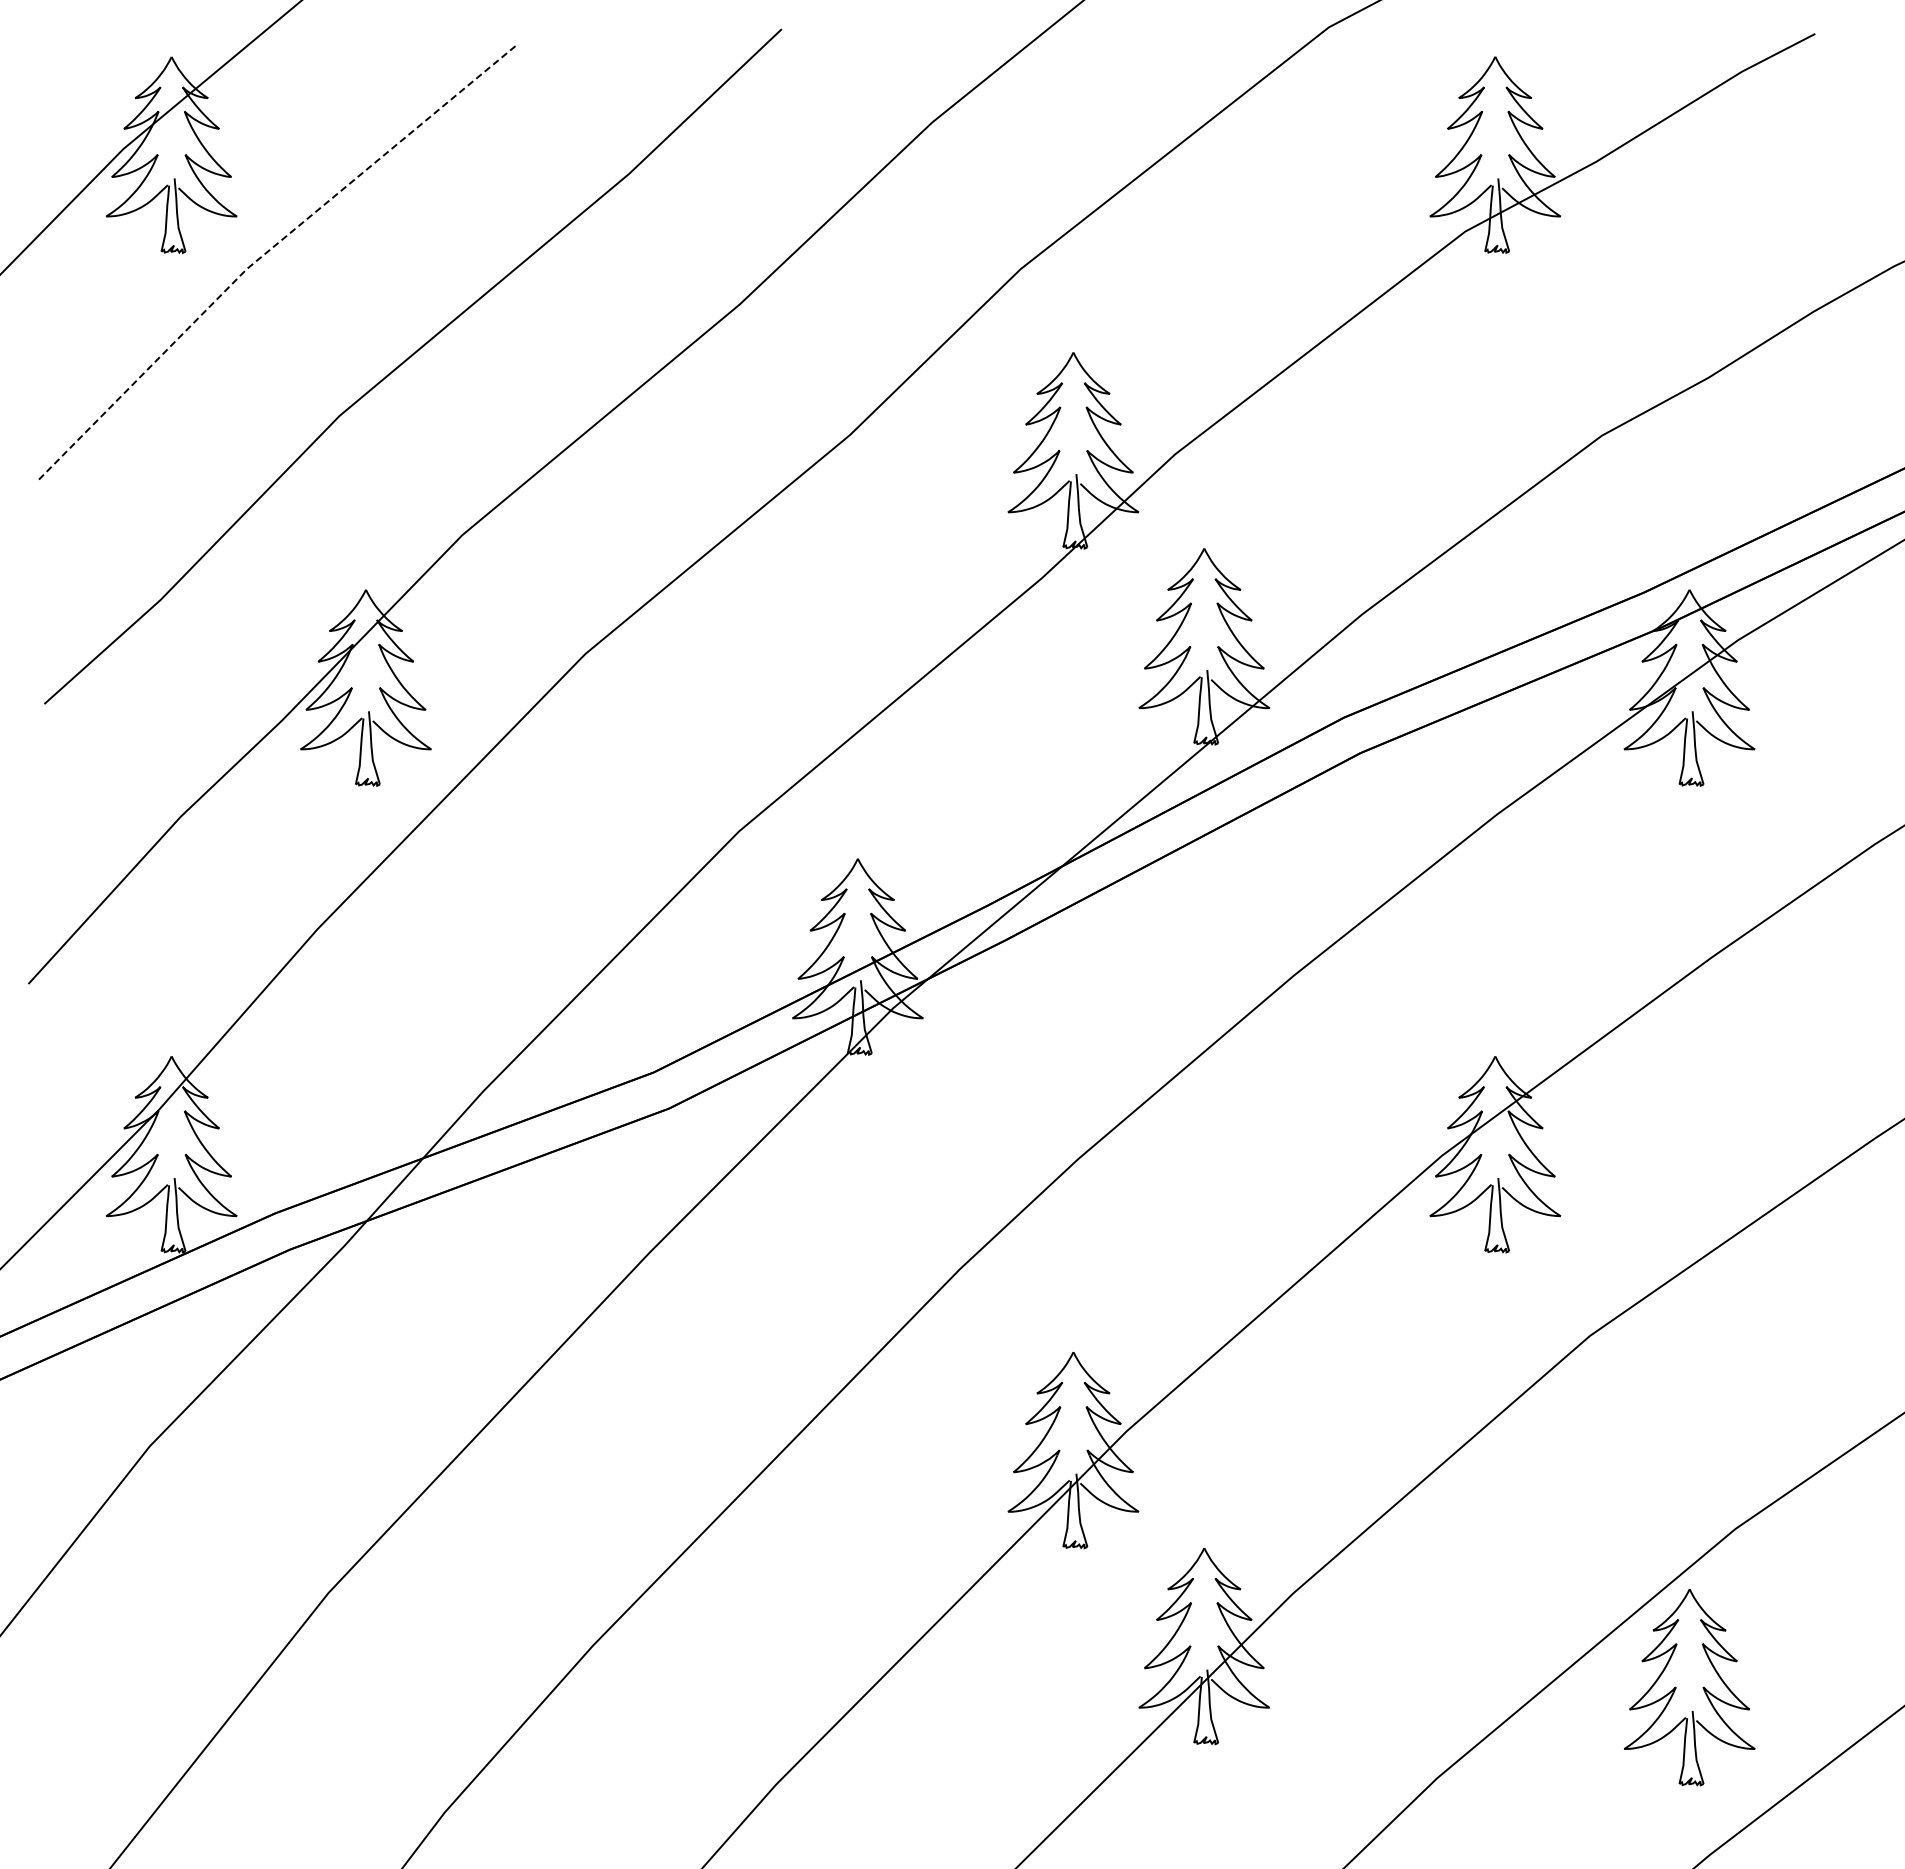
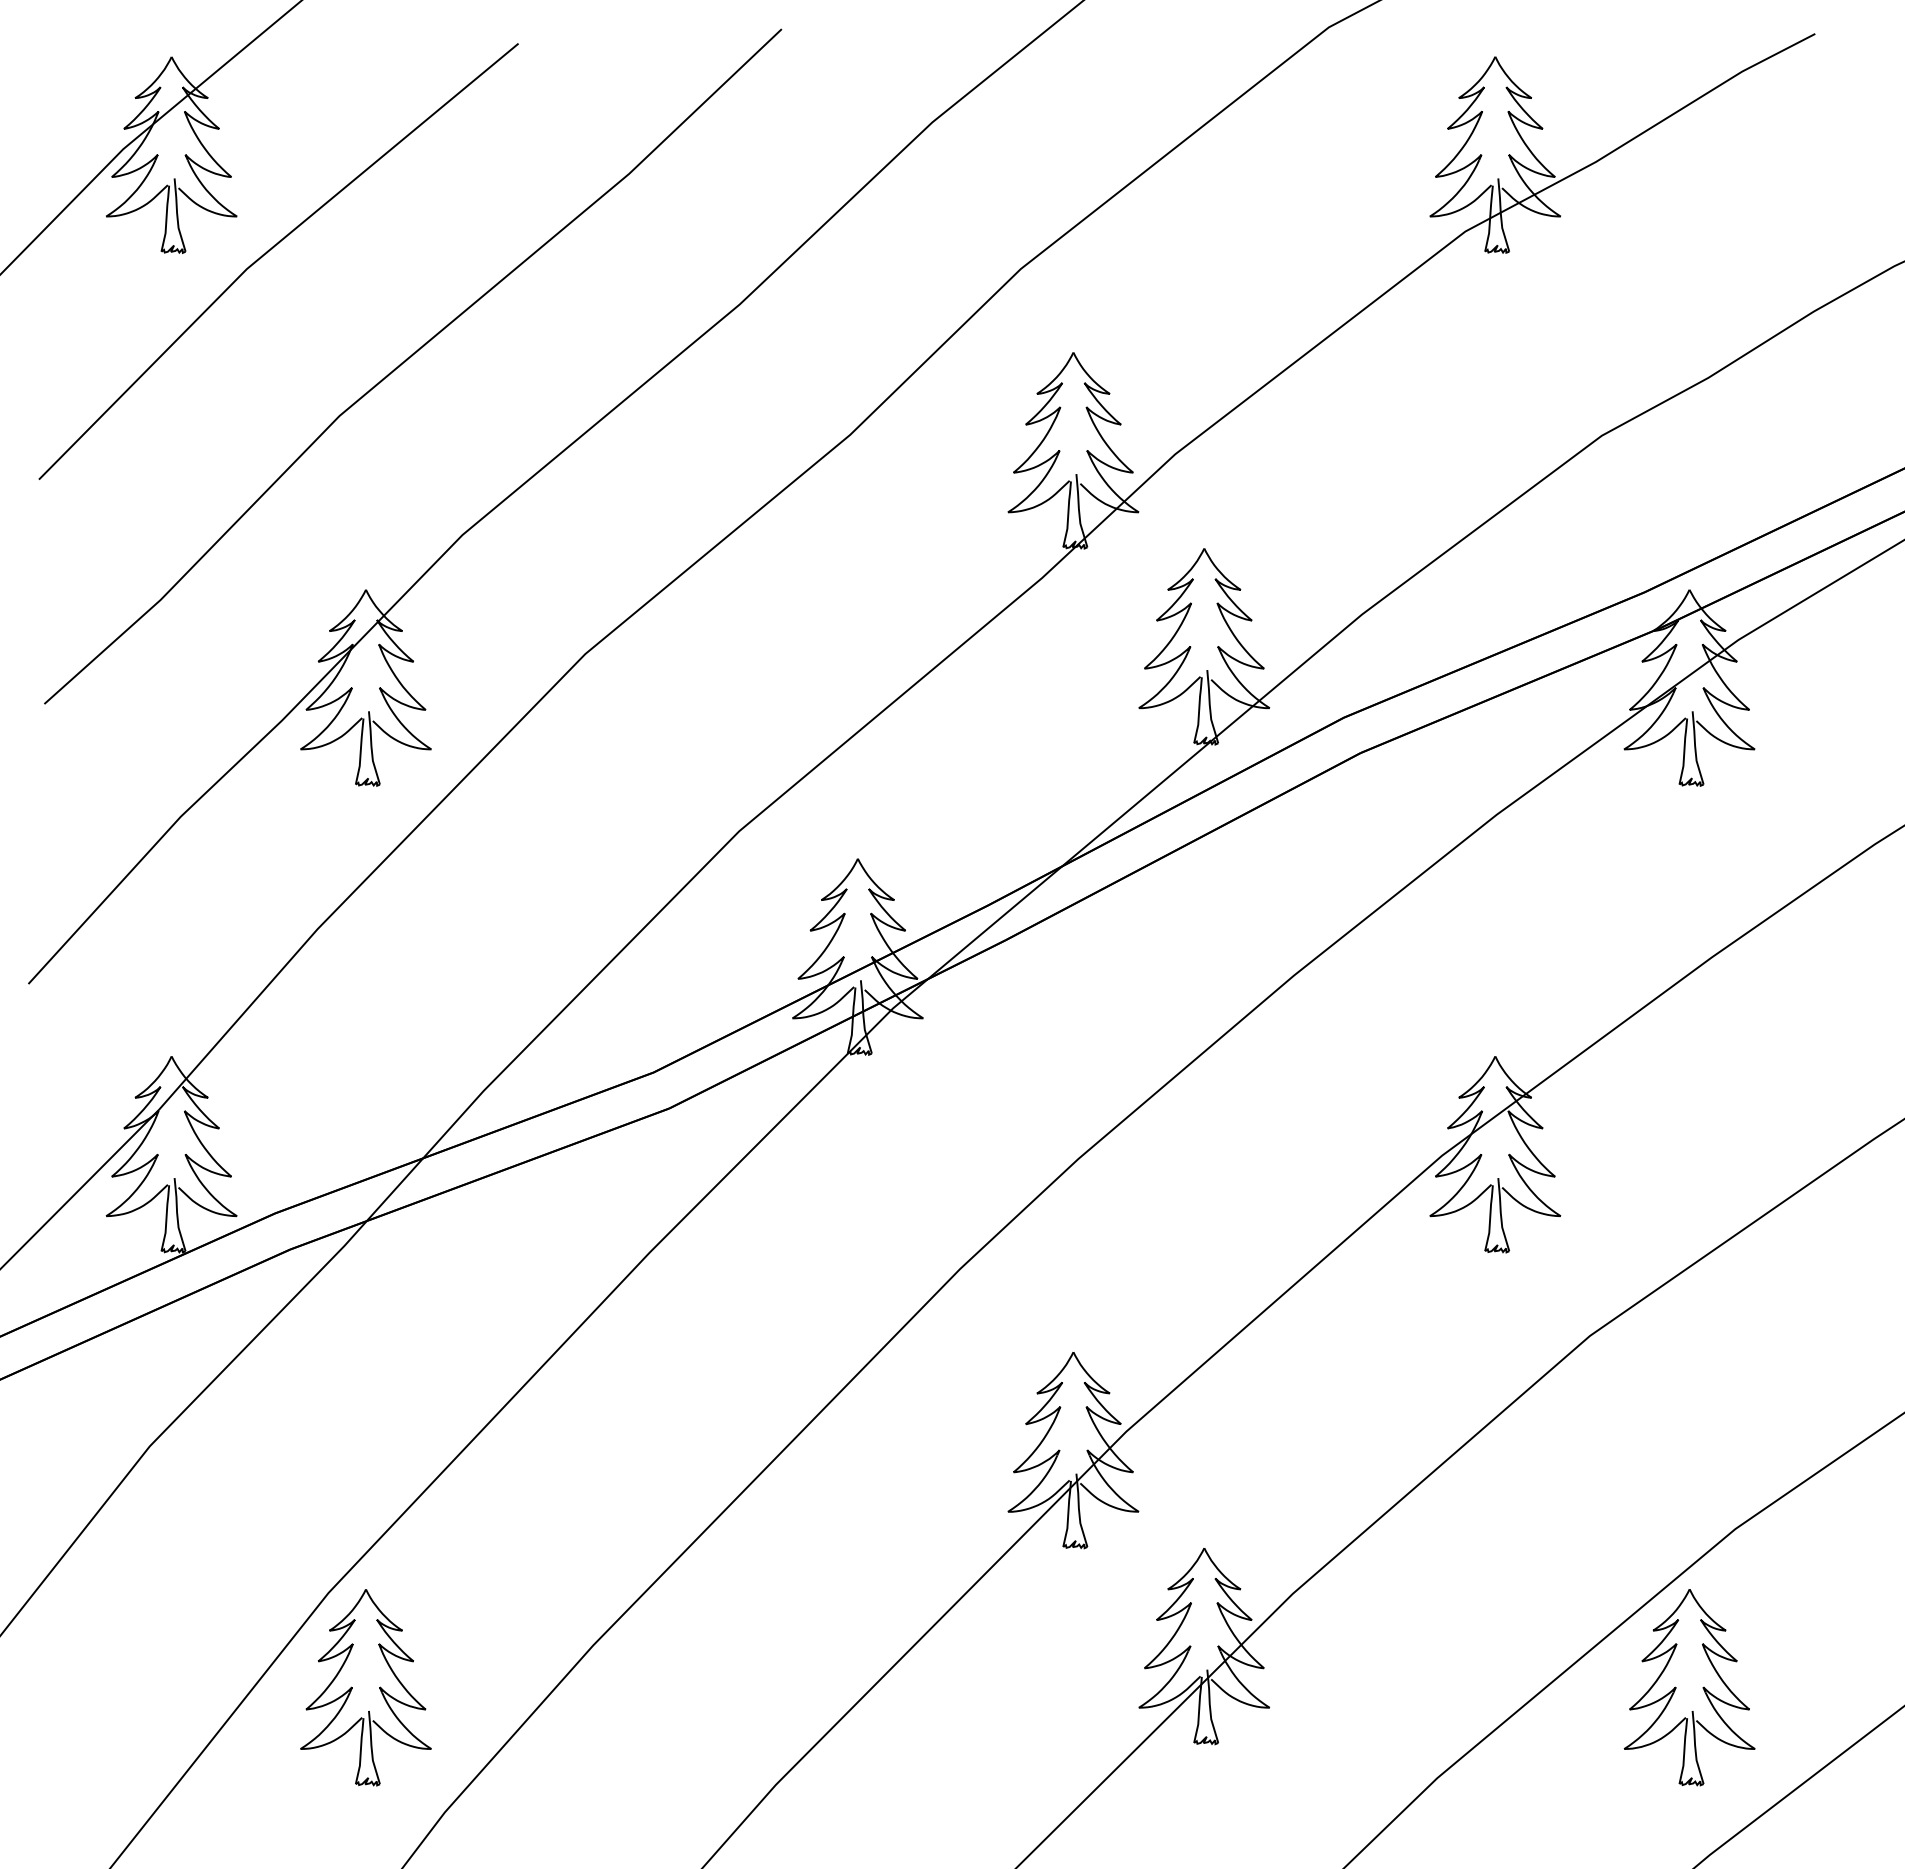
line at (268, 251): dashed -> solid
part at (352, 1687): none -> present
